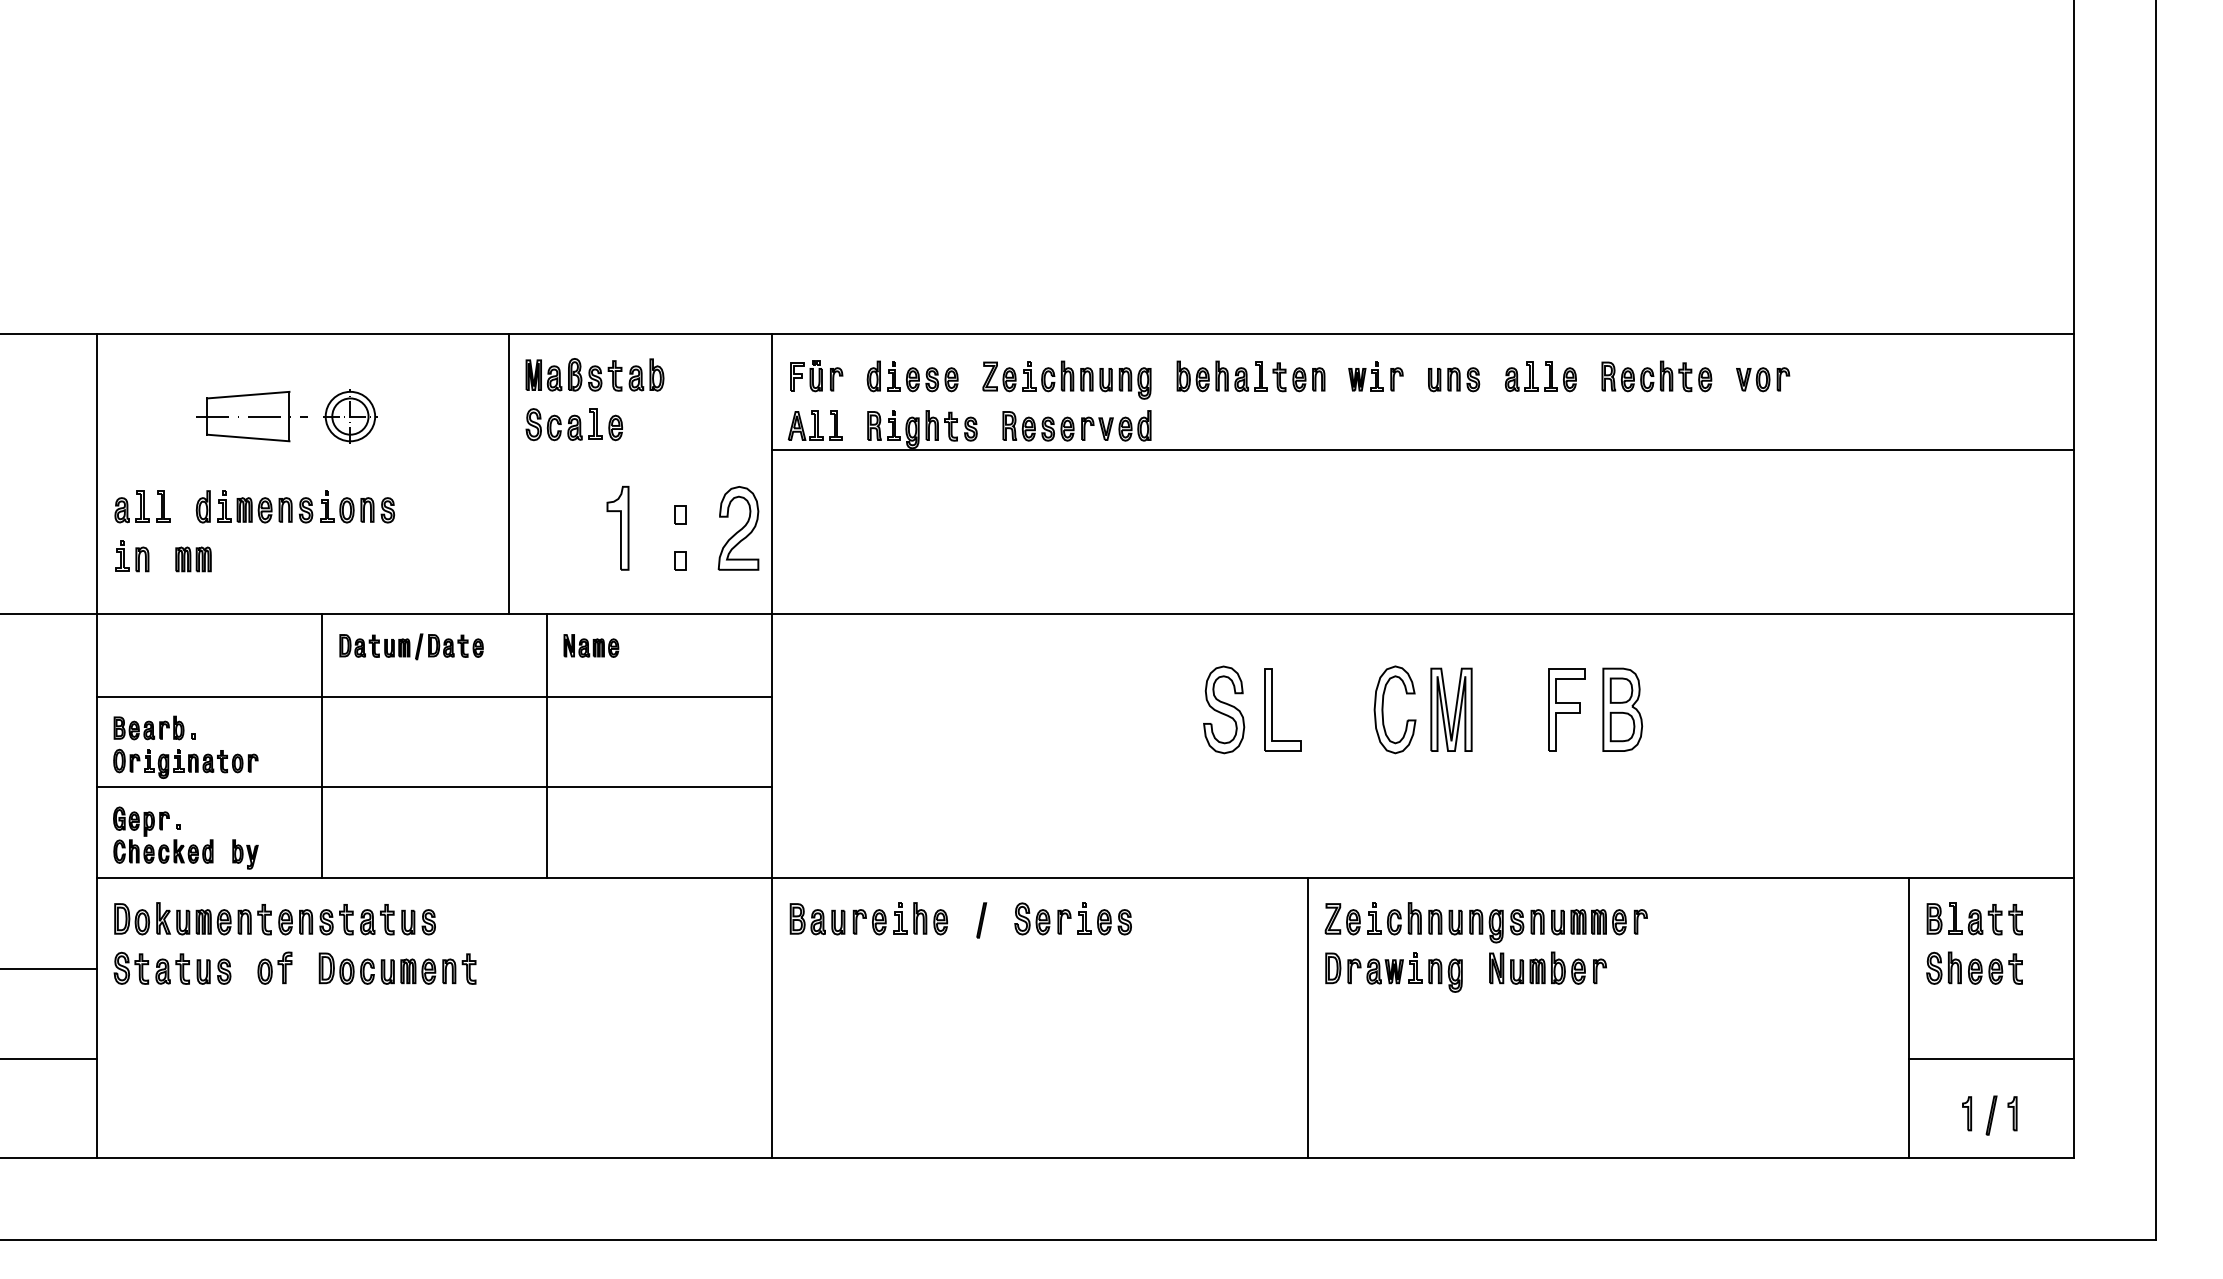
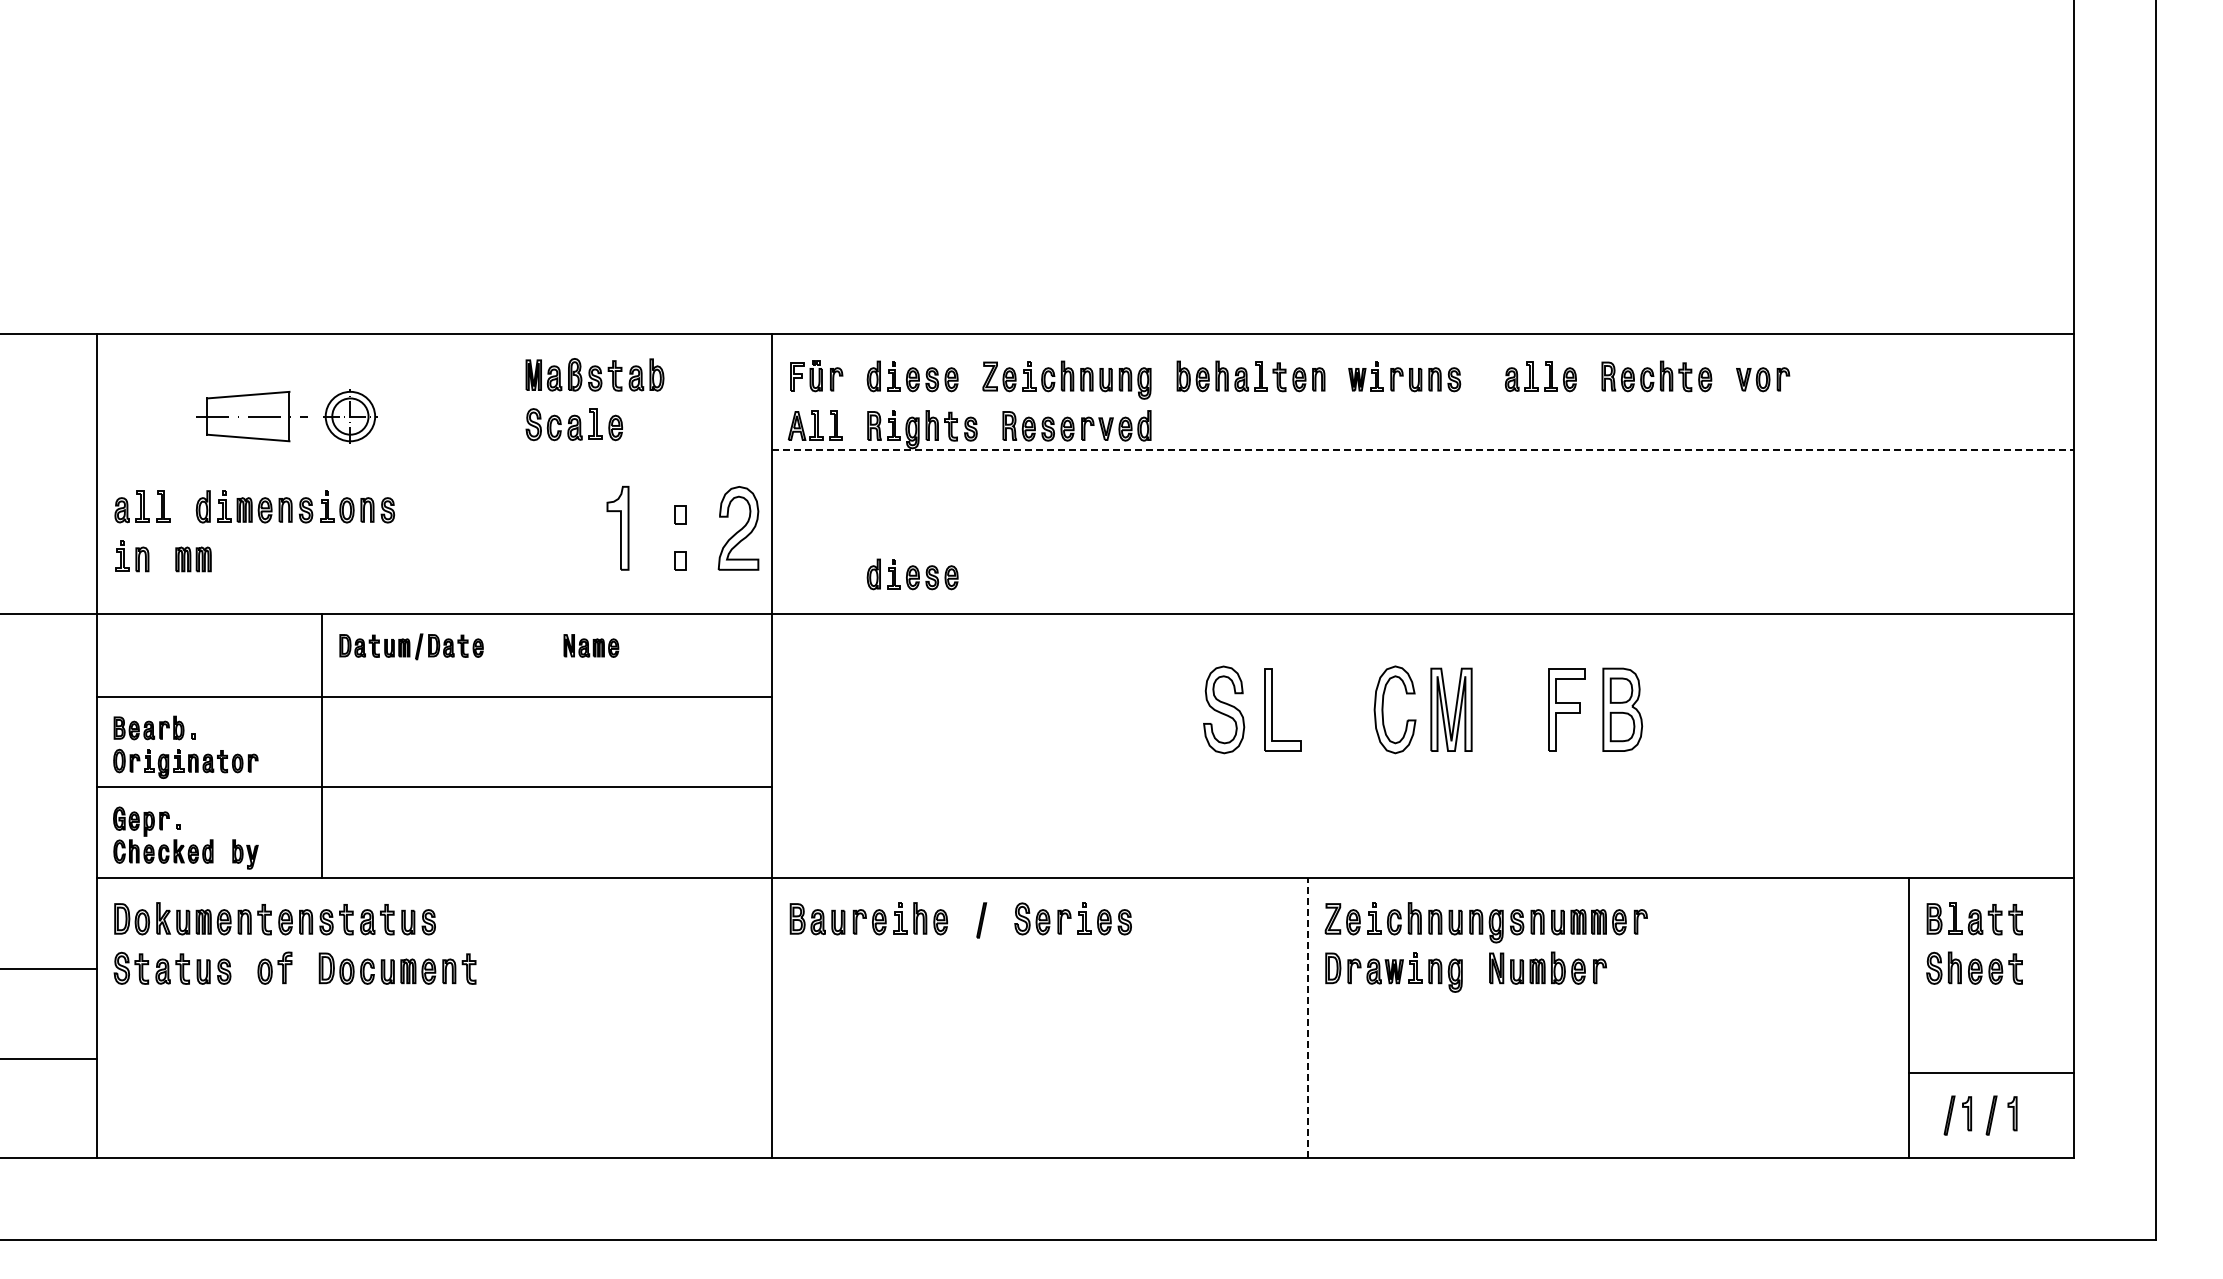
part at (1454, 379) position: (1454, 379) -> (1435, 379)
line at (1423, 449): solid -> dashed
line at (508, 474): present -> none
part at (912, 574): none -> present
line at (546, 745): present -> none
line at (1307, 1017): solid -> dashed
line at (1991, 1059) position: (1991, 1059) -> (1991, 1073)
part at (1949, 1115): none -> present
